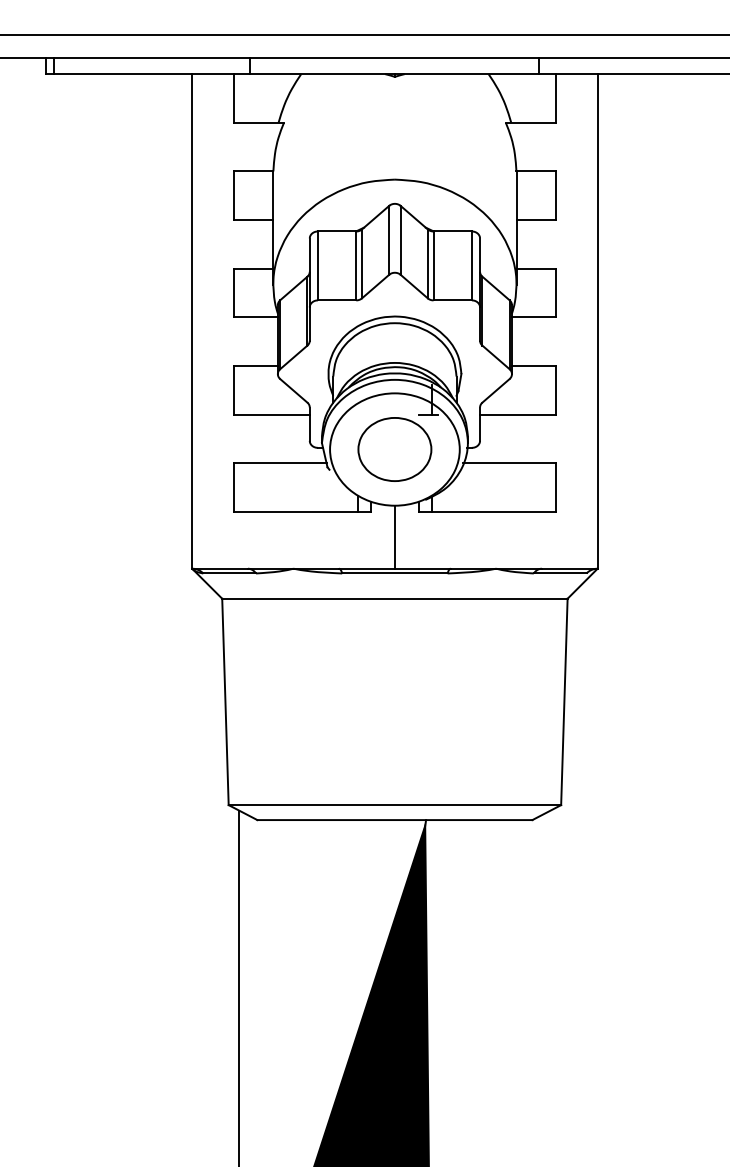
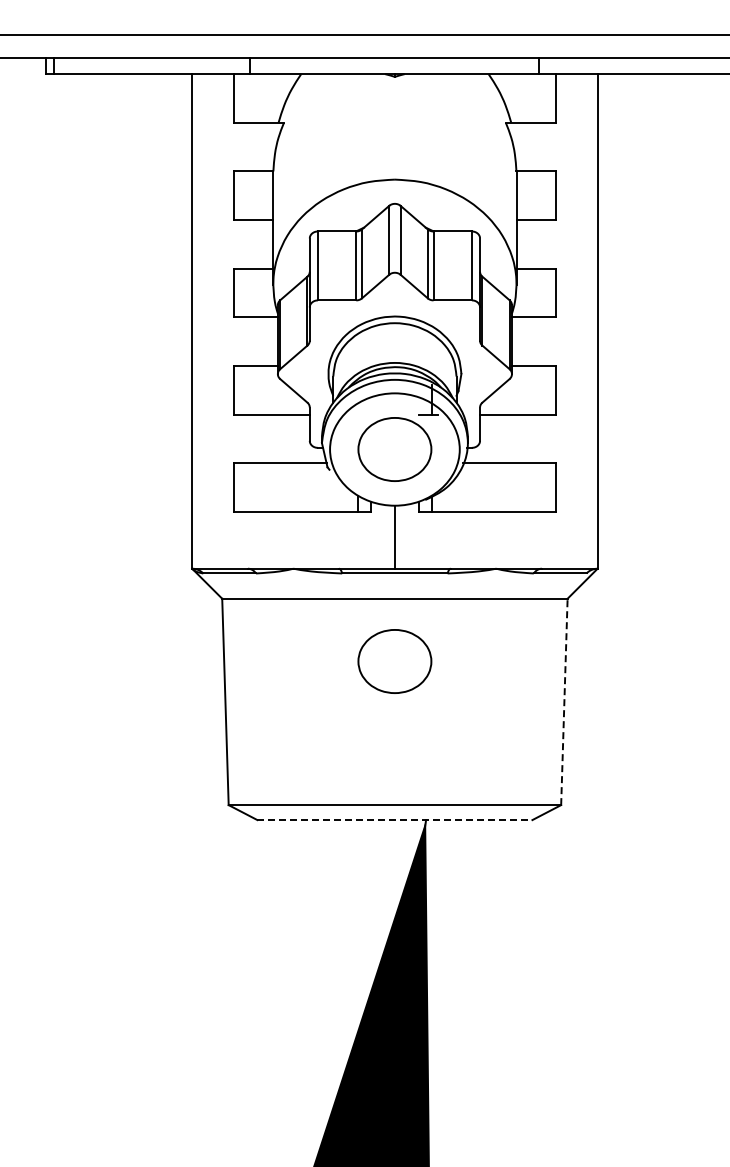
part at (394, 661): none -> present
line at (564, 701): solid -> dashed
line at (394, 820): solid -> dashed
line at (239, 986): present -> none
